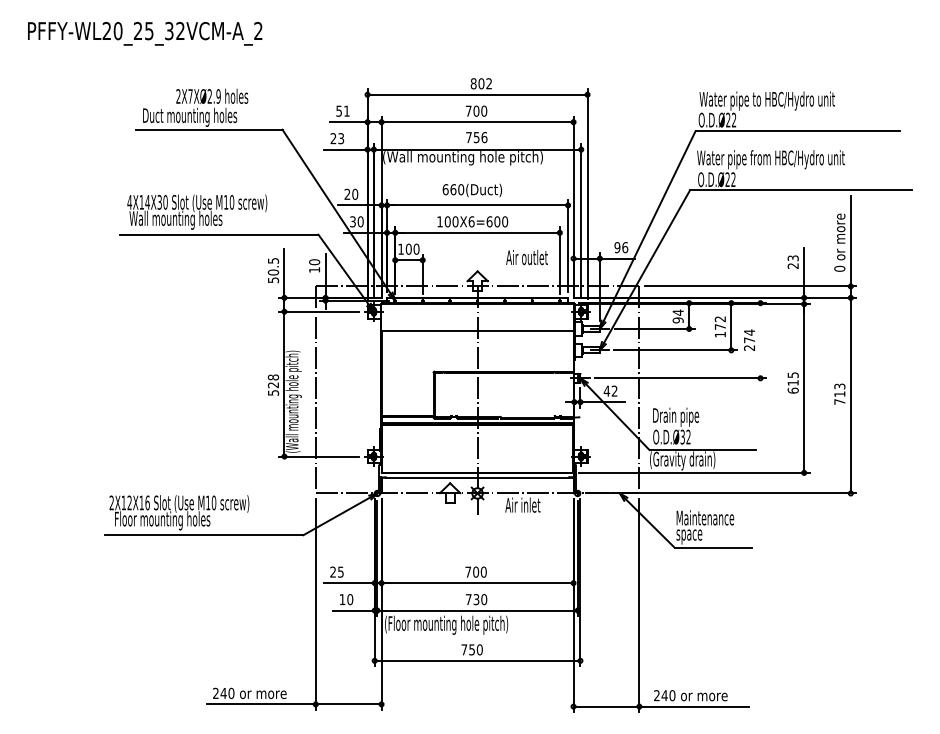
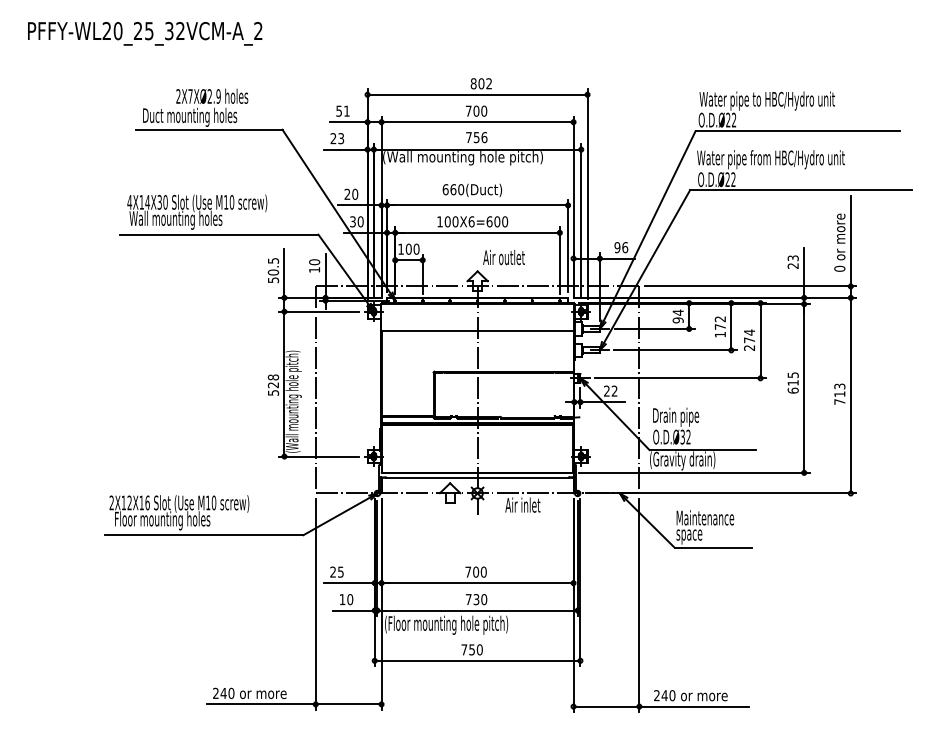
text at (526, 257) position: (526, 257) -> (503, 257)
line at (760, 340): none -> present
text at (606, 390): 42 -> 22
